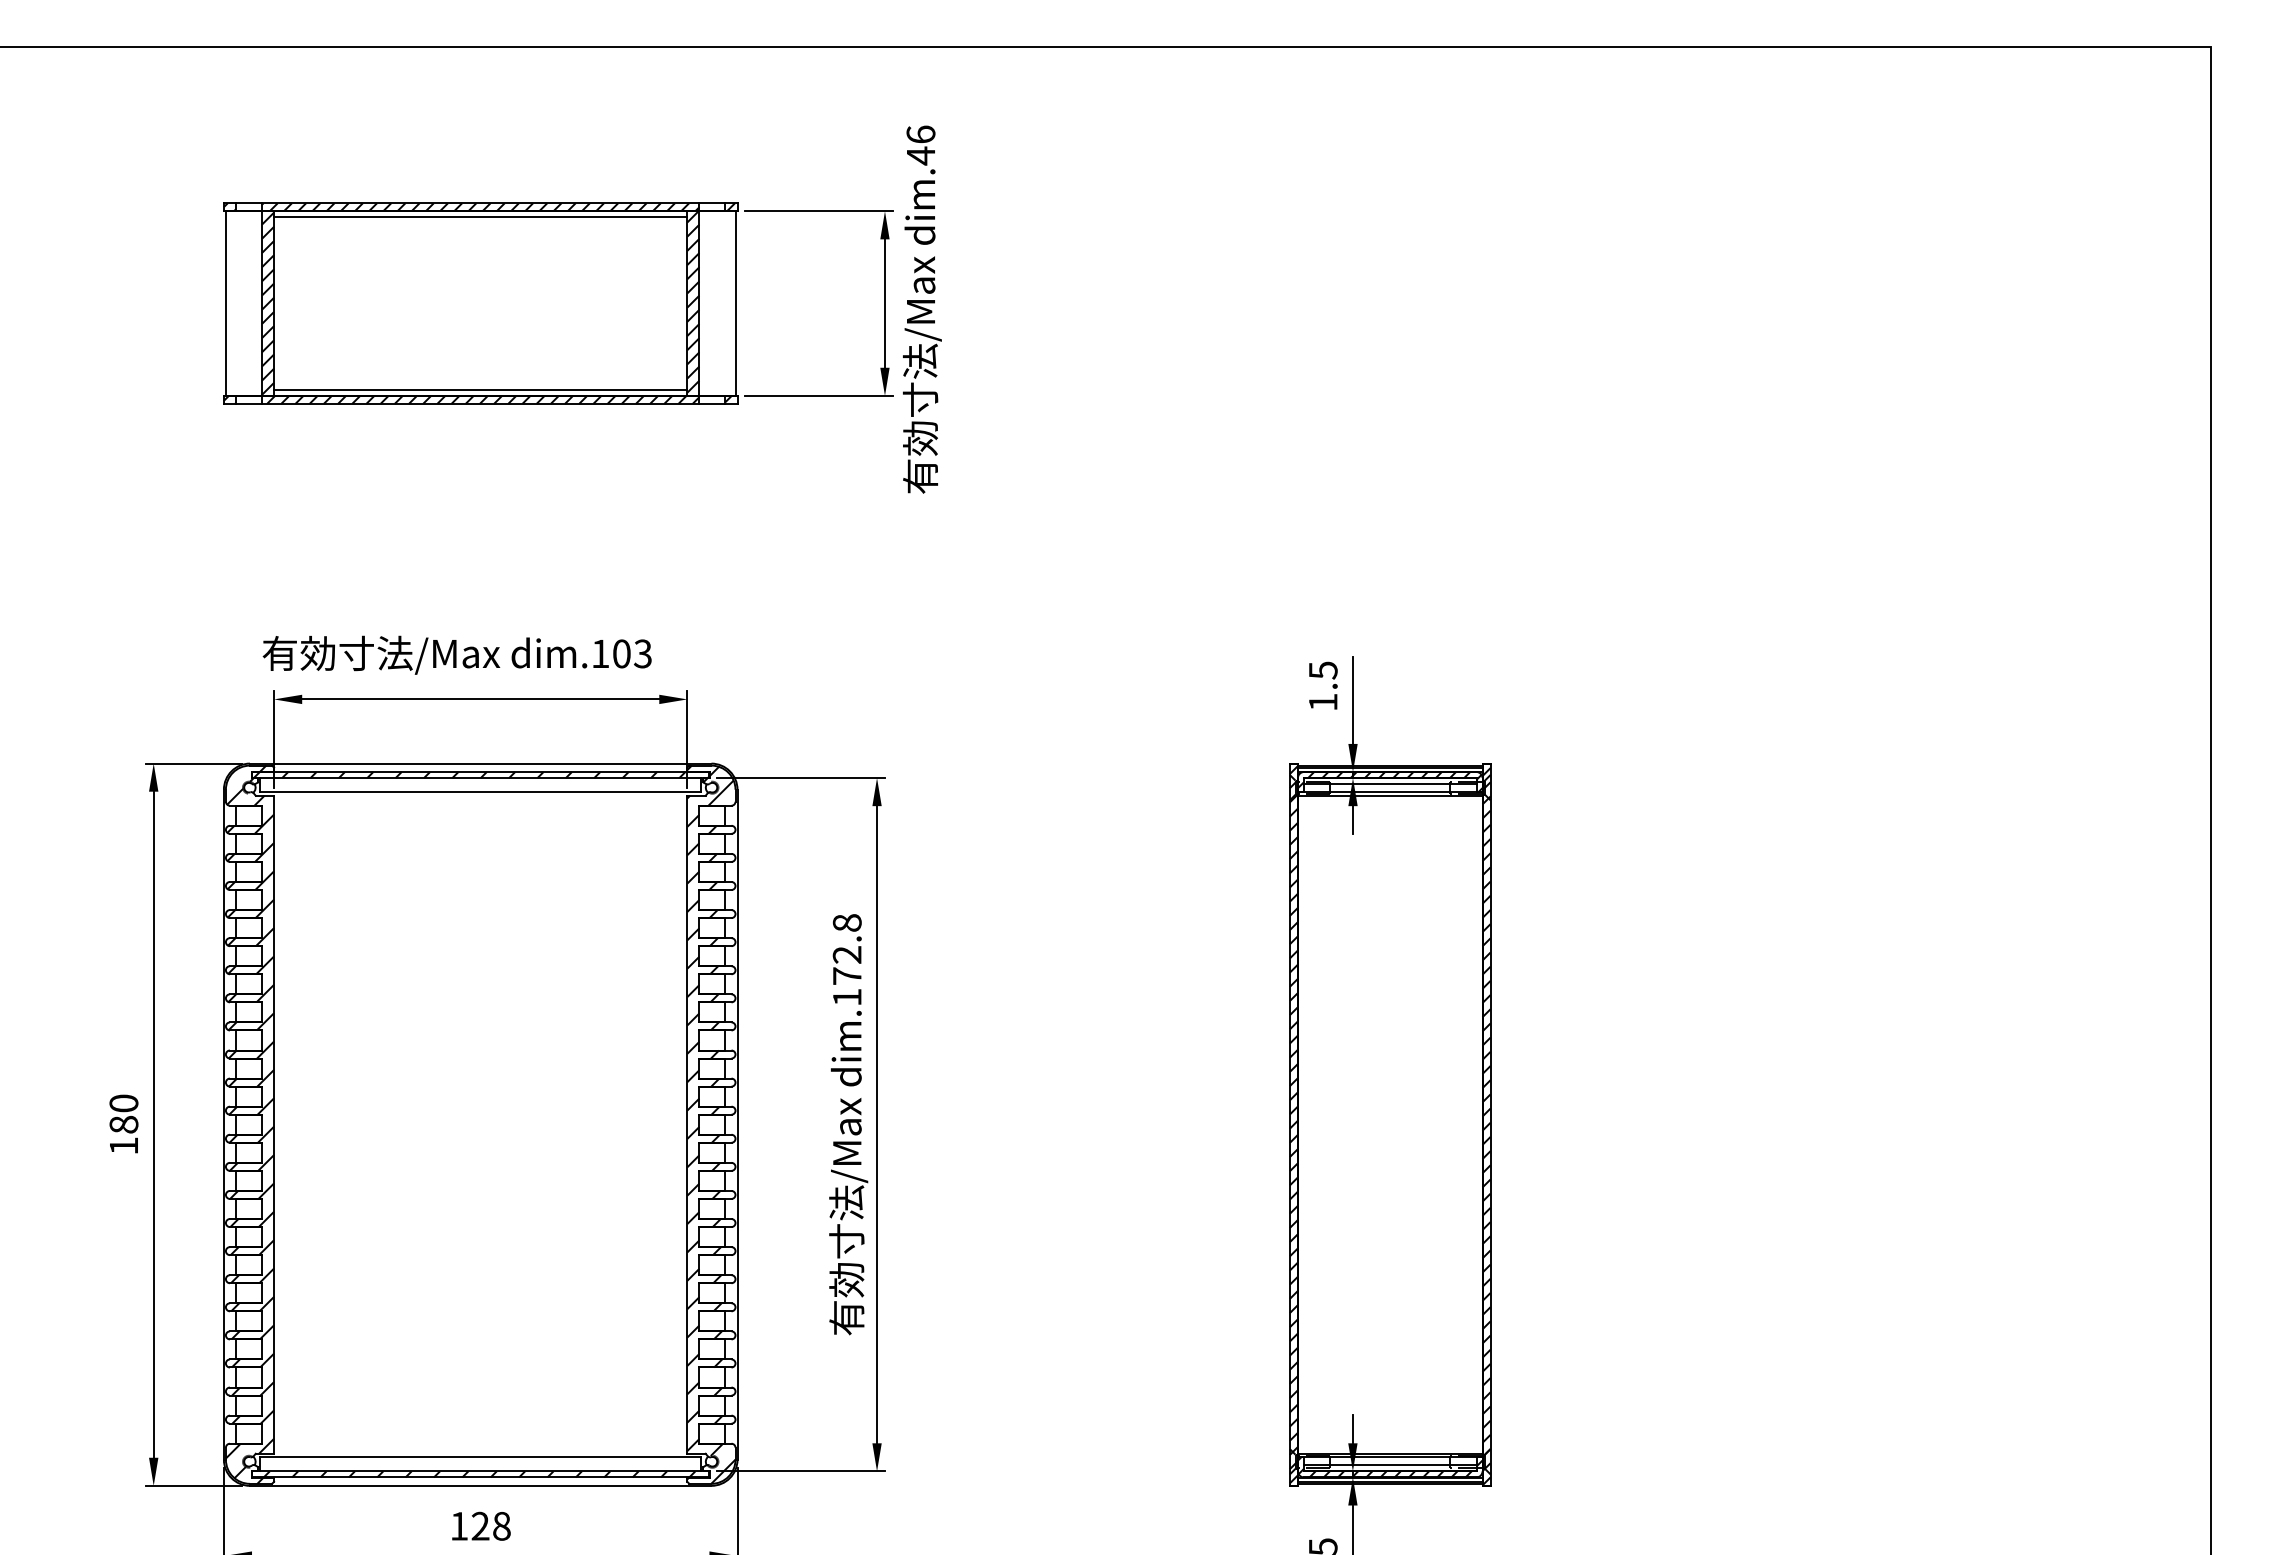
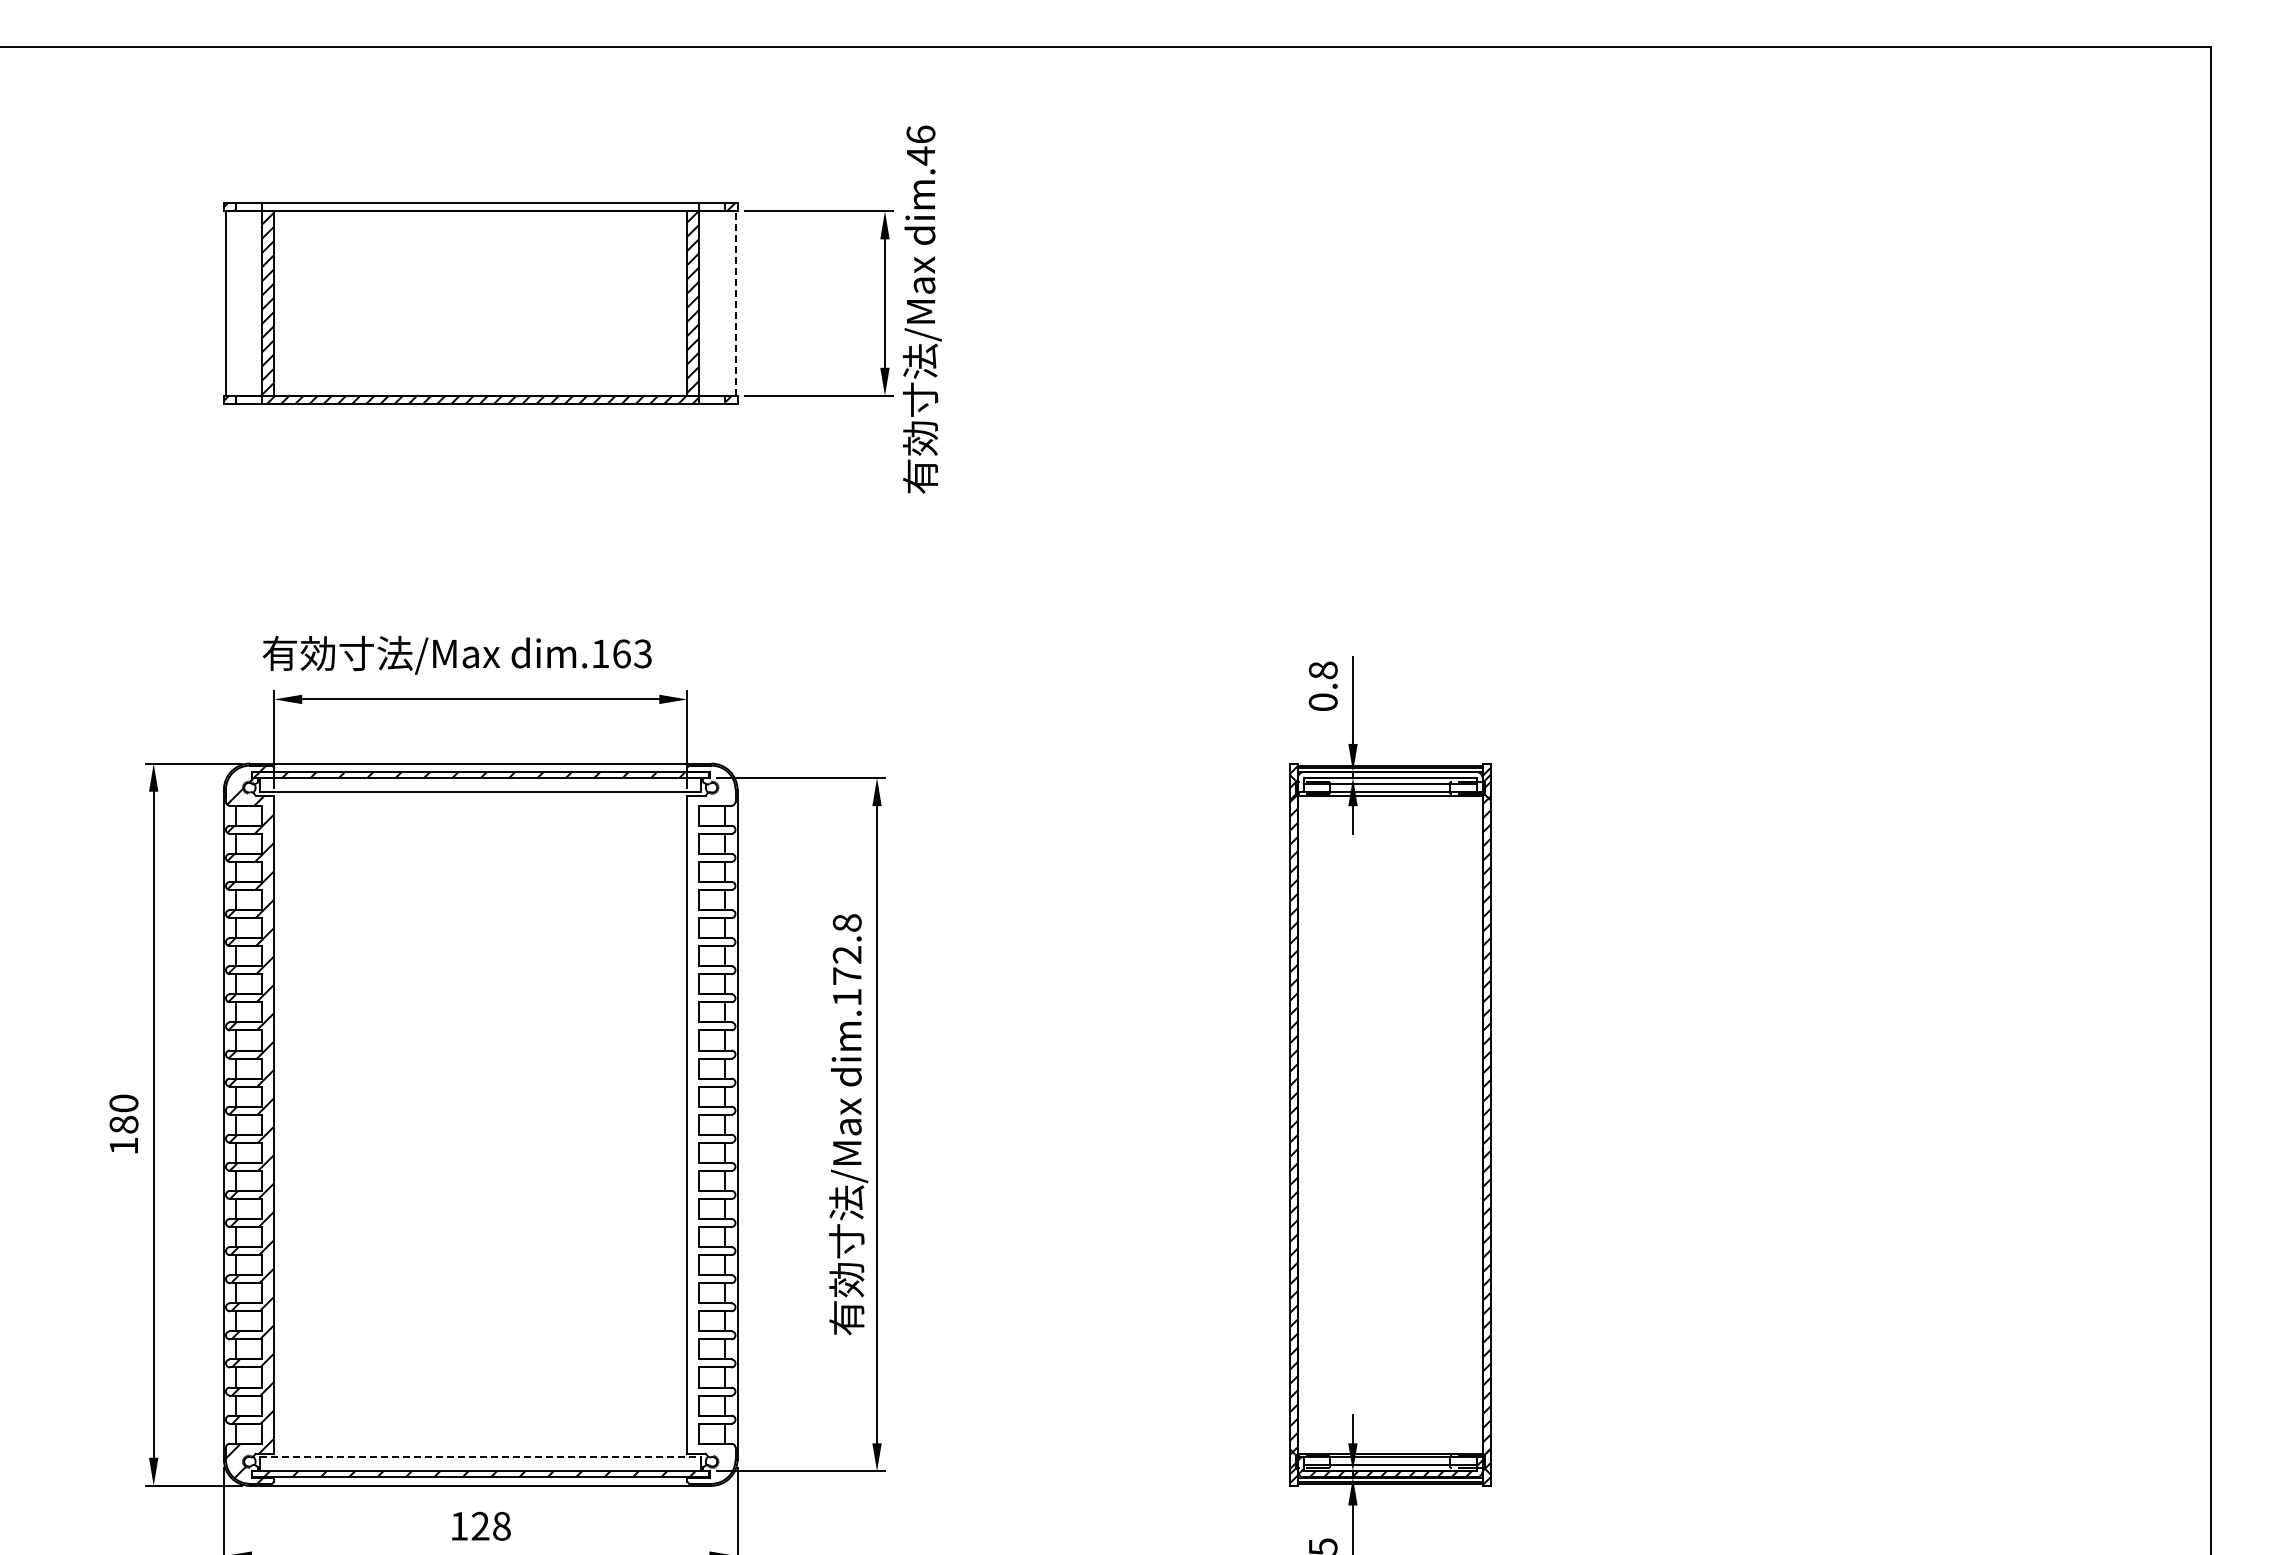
hatch at (480, 207): present -> none
line at (480, 217): present -> none
line at (735, 303): solid -> dashed
line at (480, 389): present -> none
text at (621, 653): dim.103 -> dim.163
text at (1322, 685): 1.5 -> 0.8
hatch at (1389, 782): present -> none
hatch at (711, 1124): present -> none
line at (481, 1457): solid -> dashed
